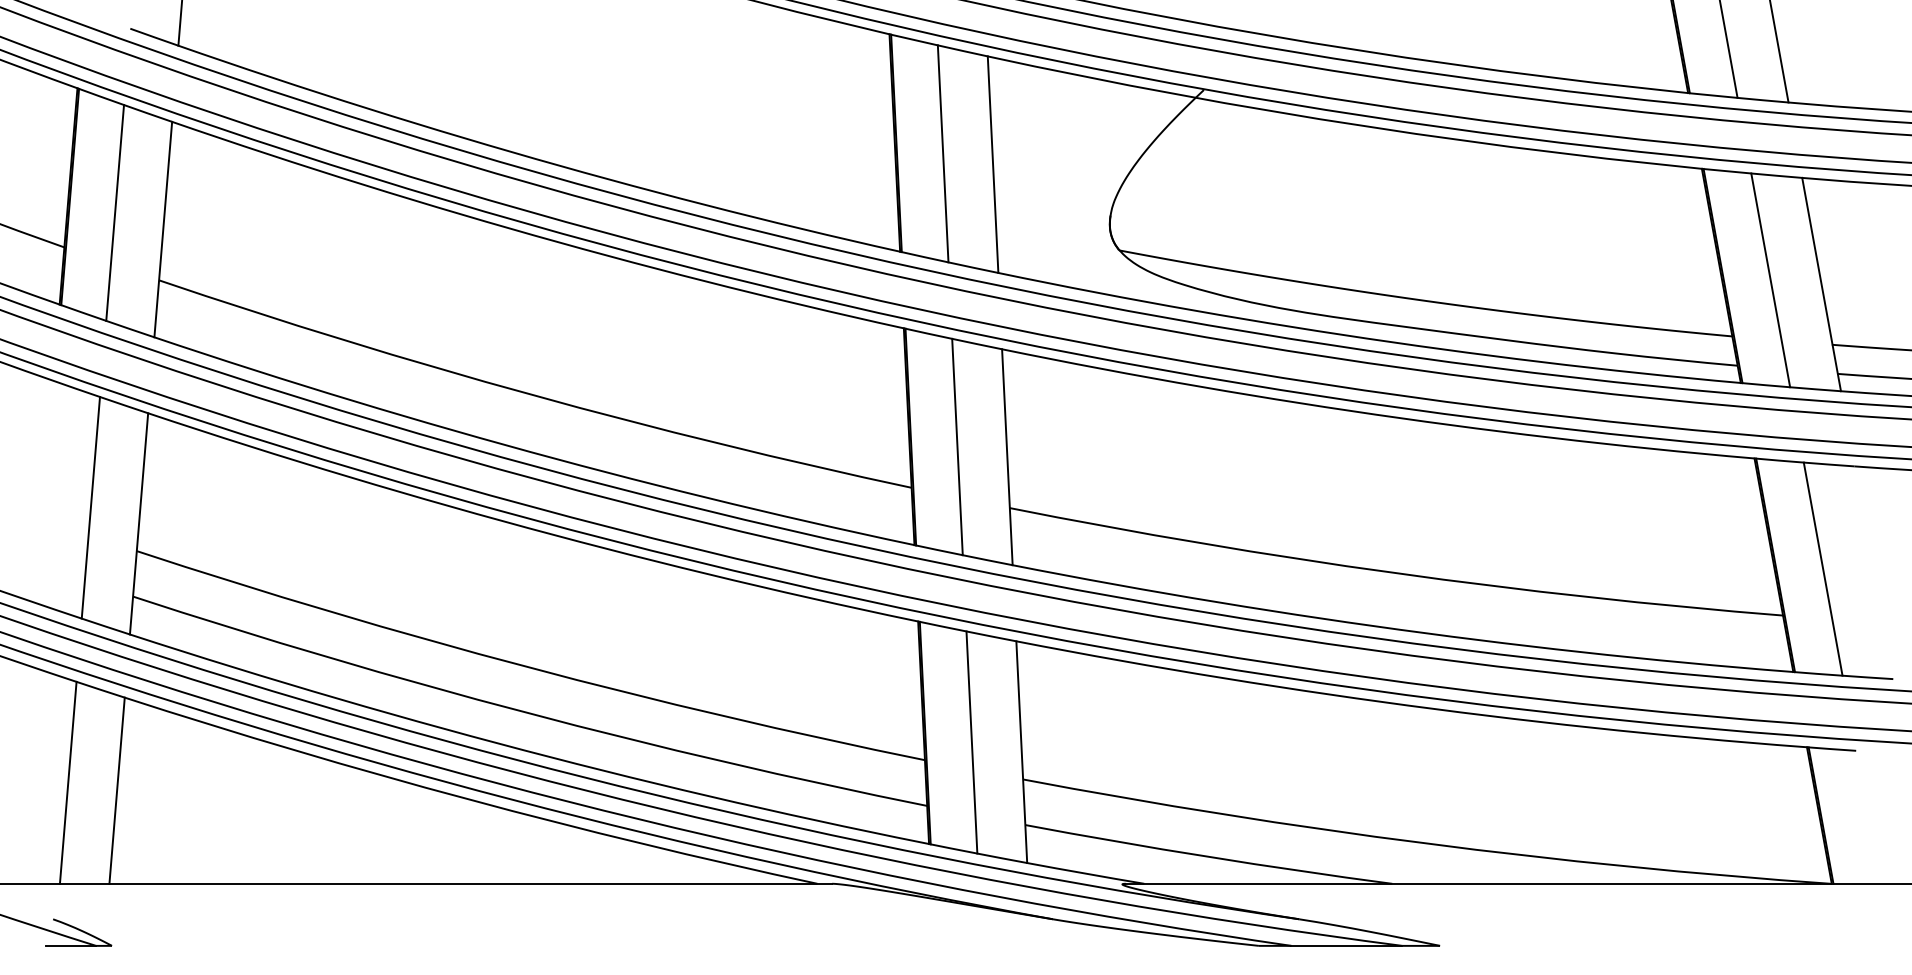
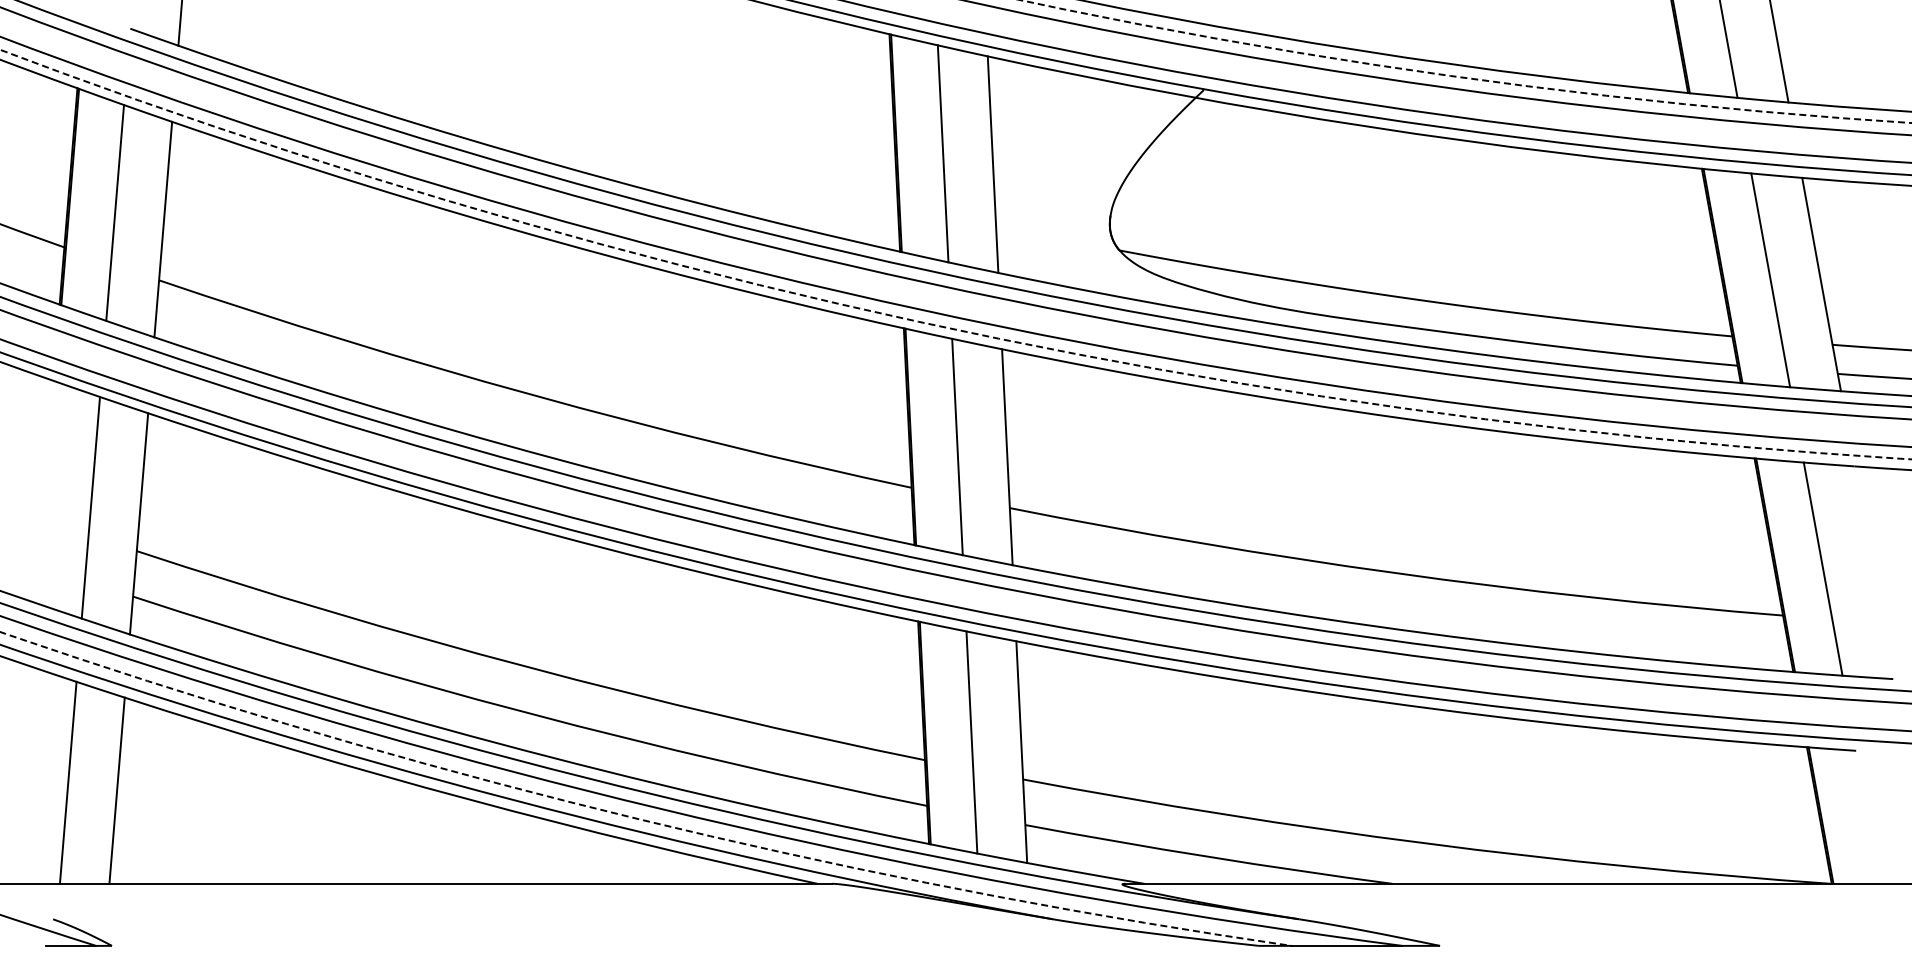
circle at (1465, 61): solid -> dashed
circle at (955, 254): solid -> dashed
arc at (639, 819): solid -> dashed
